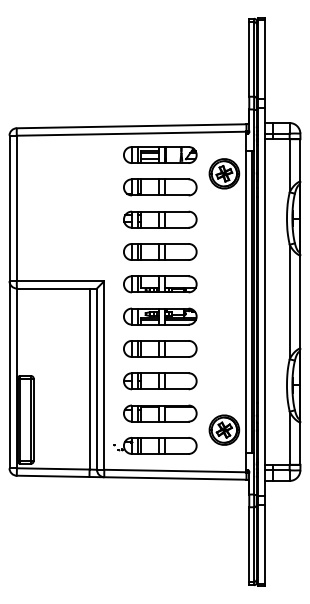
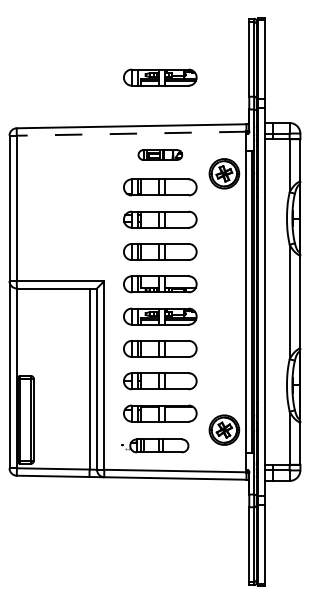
part at (160, 77): none -> present
line at (131, 133): solid -> dashed
part at (160, 154) size: 75x18 px -> 47x12 px
part at (155, 445) size: 85x18 px -> 69x16 px
